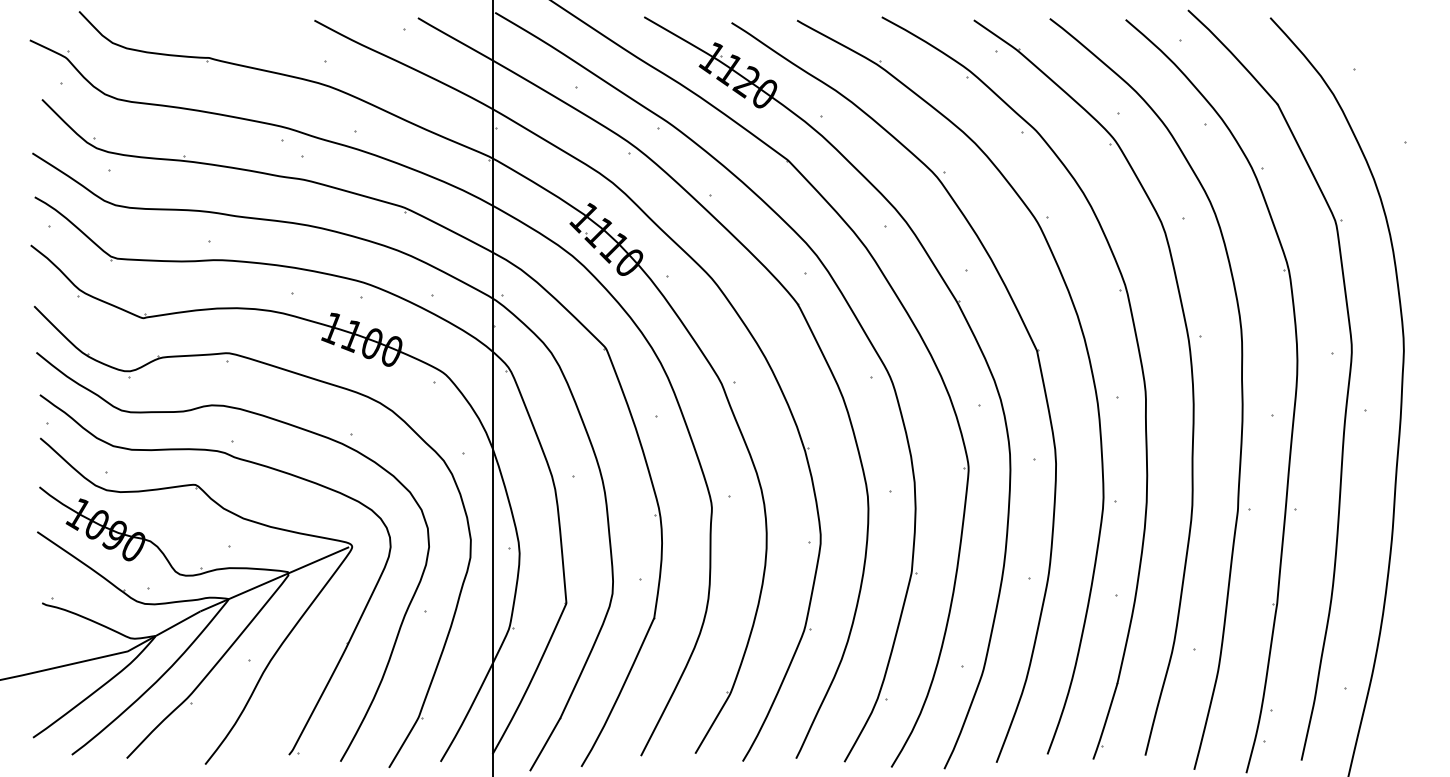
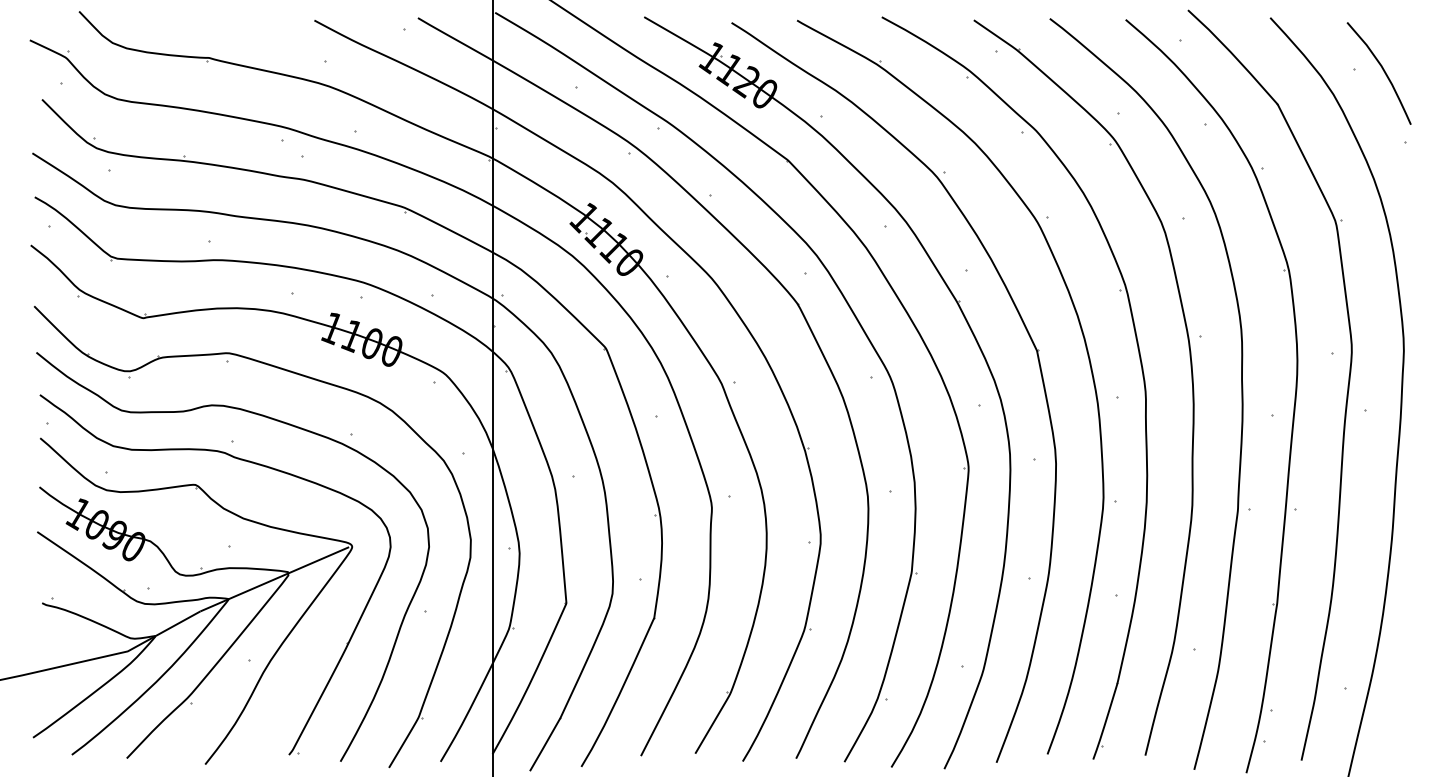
curve at (1383, 71): none -> present
